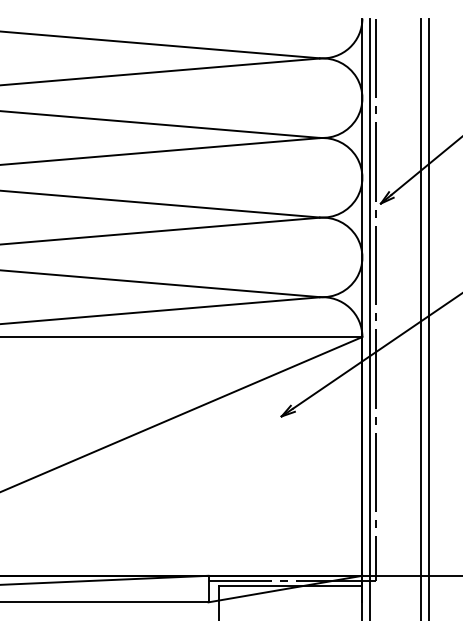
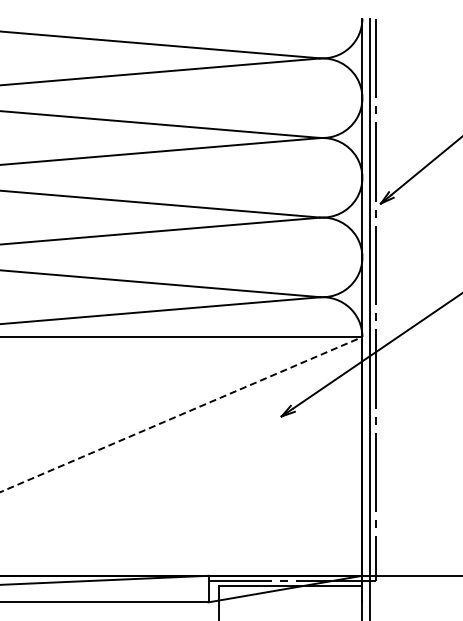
line at (420, 317): present -> none
line at (428, 317): present -> none
line at (181, 414): solid -> dashed
